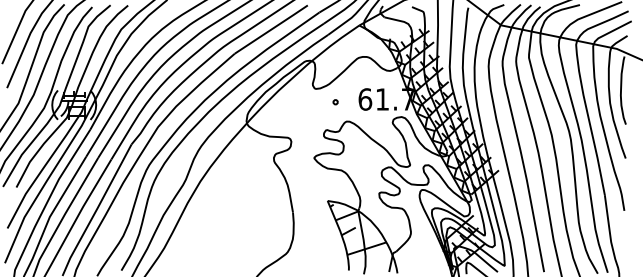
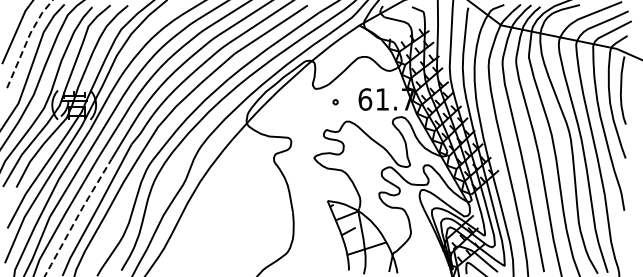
line at (27, 41): solid -> dashed
line at (77, 217): solid -> dashed
